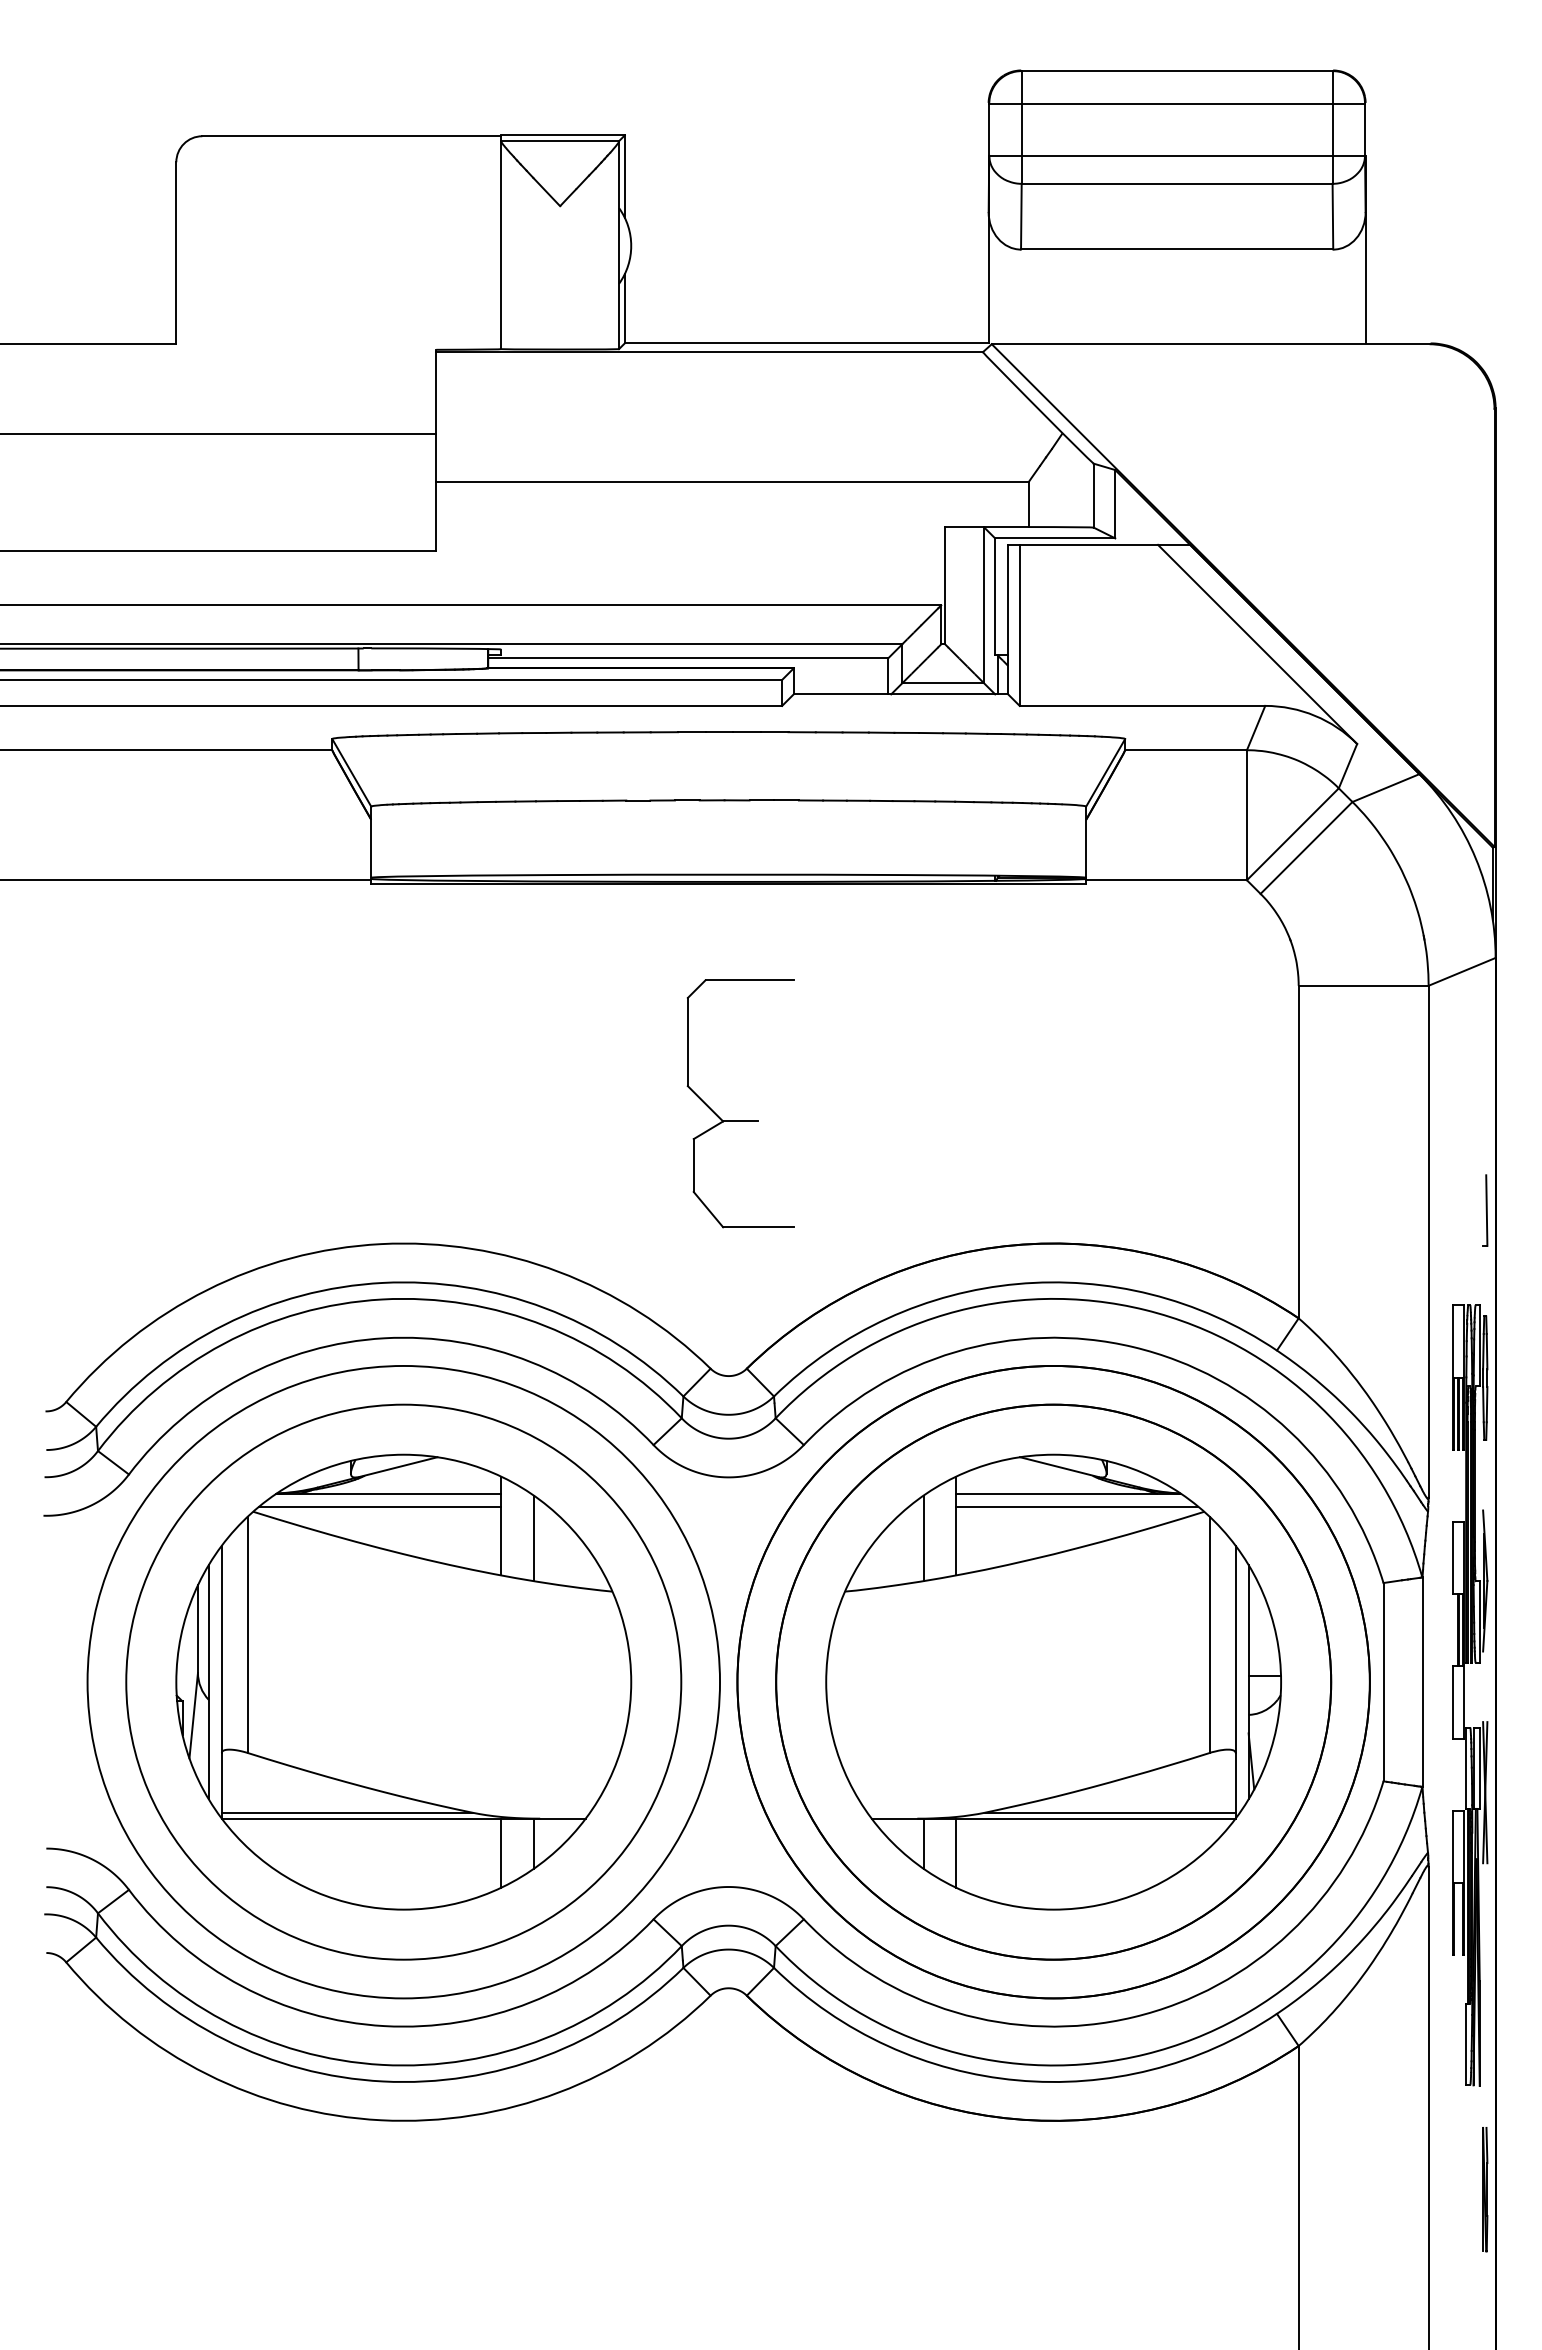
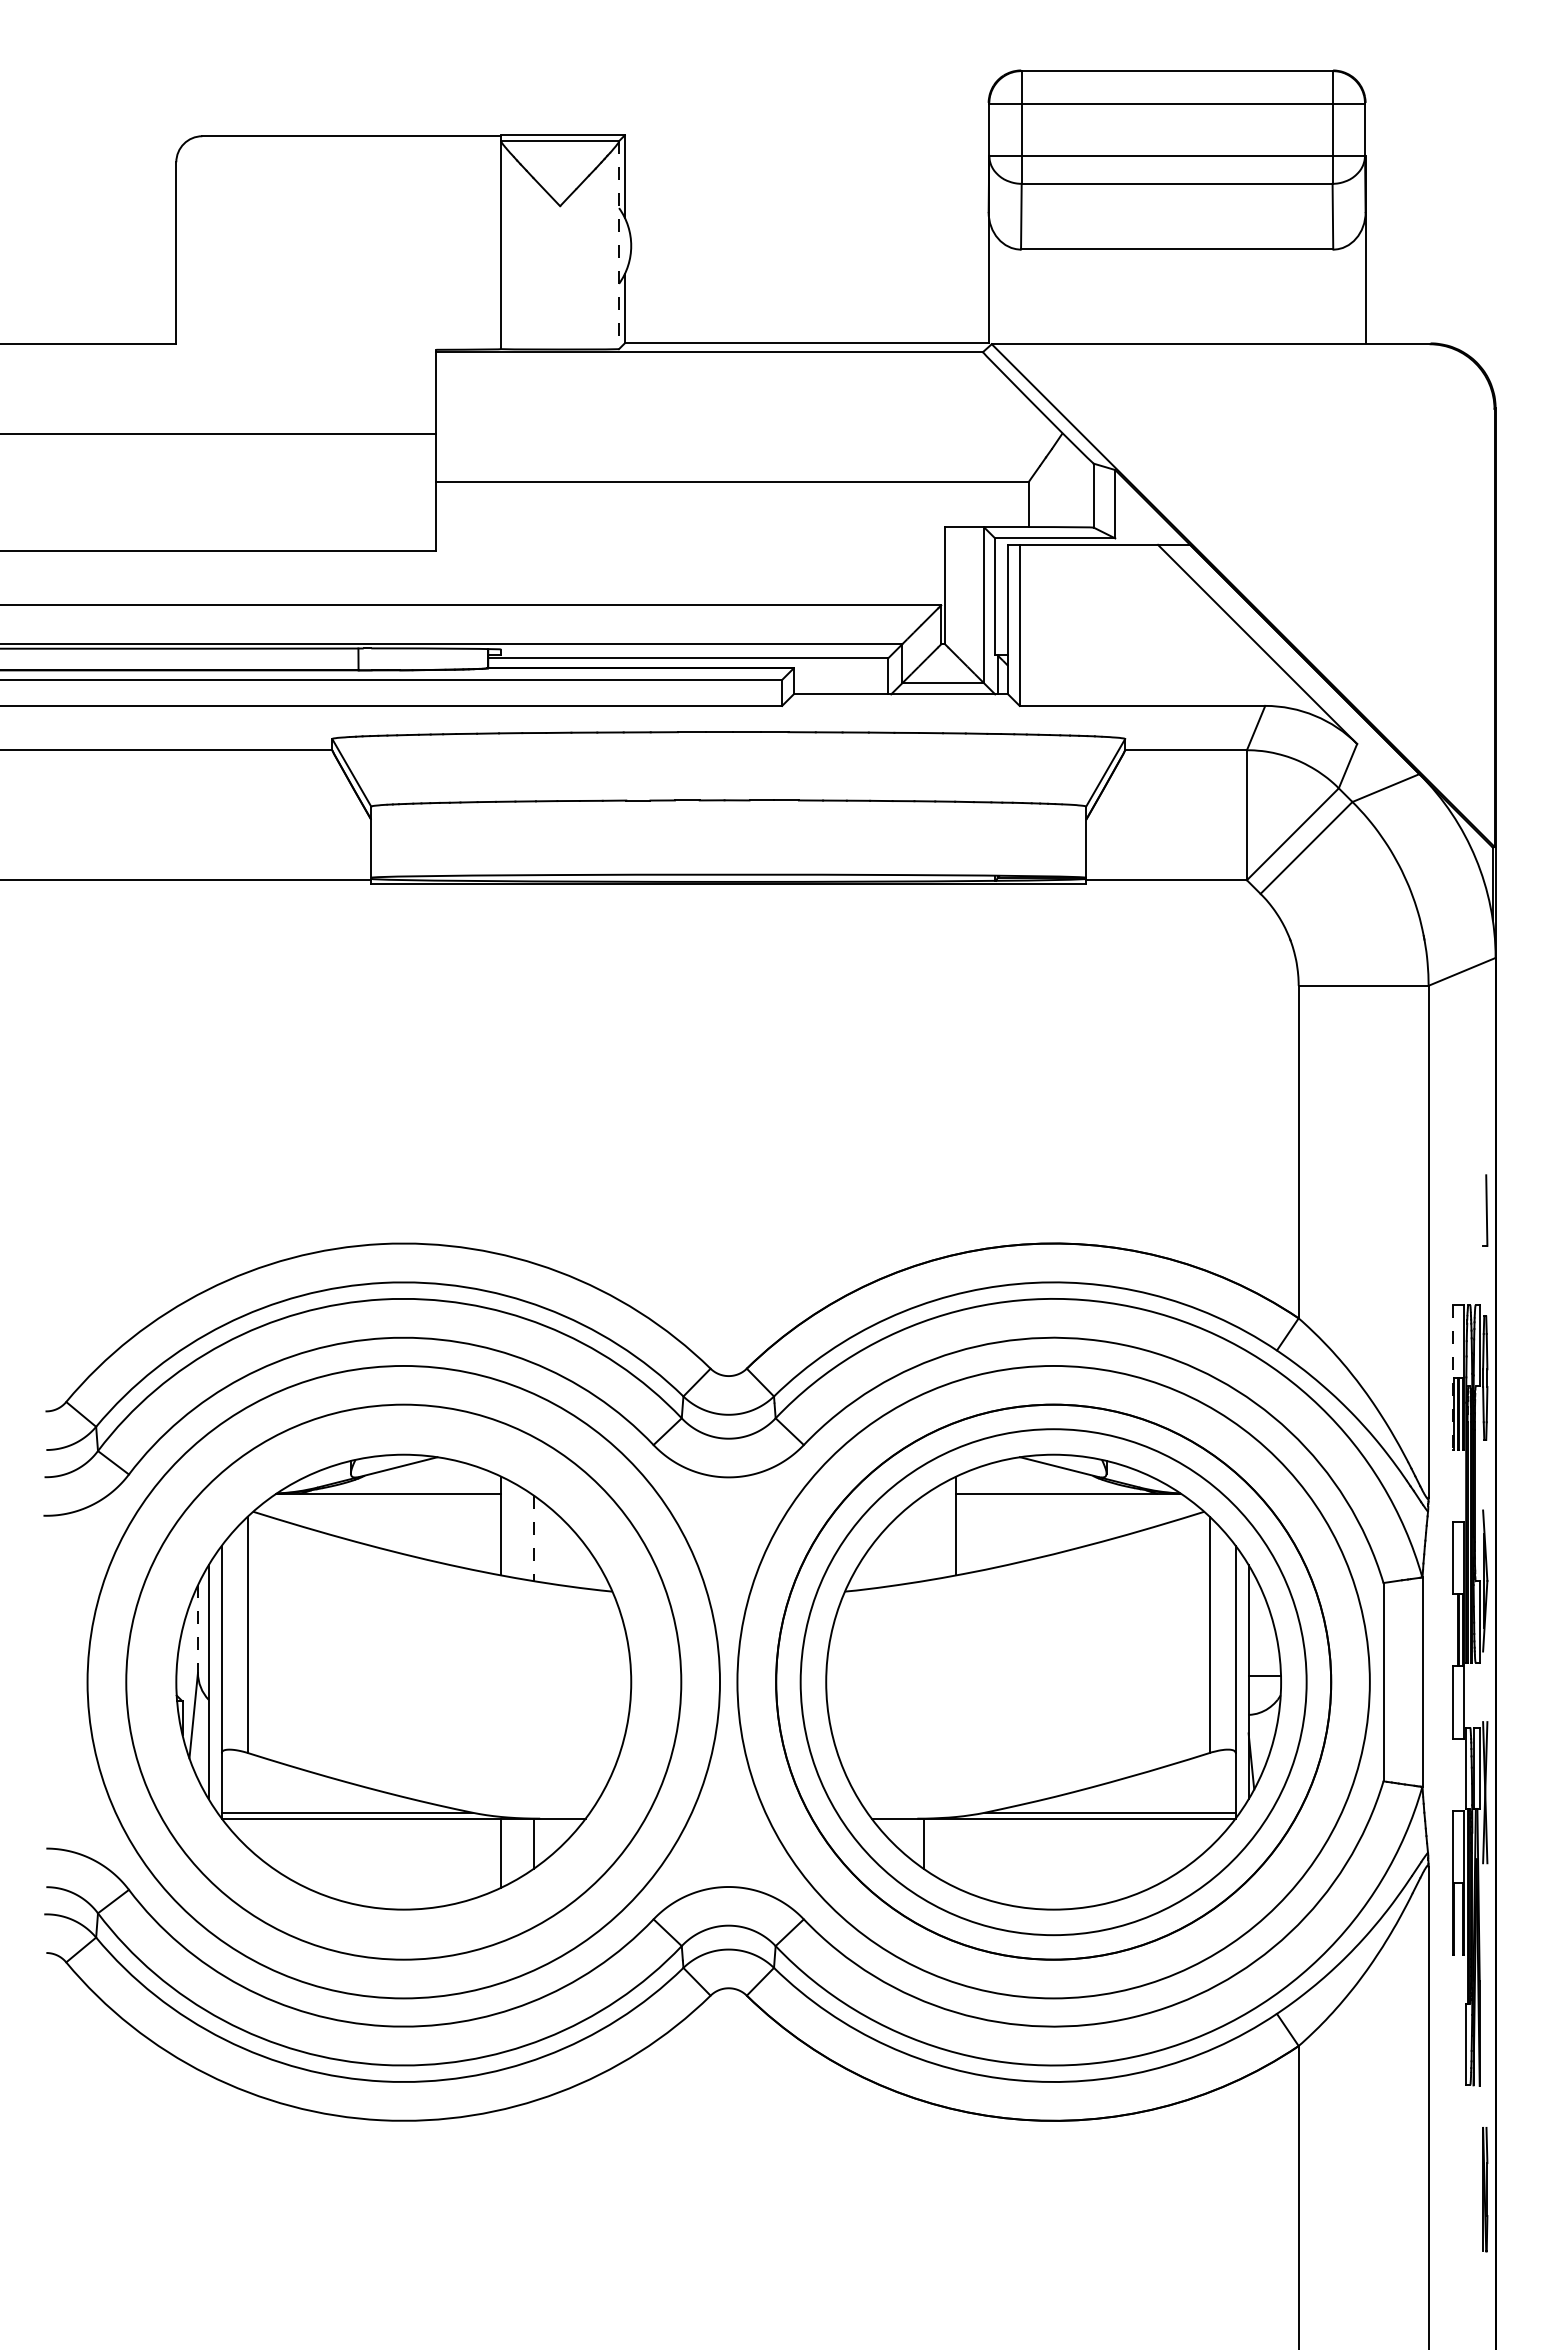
line at (619, 245): solid -> dashed
part at (740, 1120): present -> none
line at (1452, 1378): solid -> dashed
line at (380, 1506): present -> none
line at (1077, 1506): present -> none
line at (533, 1538): solid -> dashed
line at (923, 1538): present -> none
line at (198, 1629): solid -> dashed
circle at (1053, 1681) diameter: 632 px -> 506 px
line at (956, 1852): present -> none
